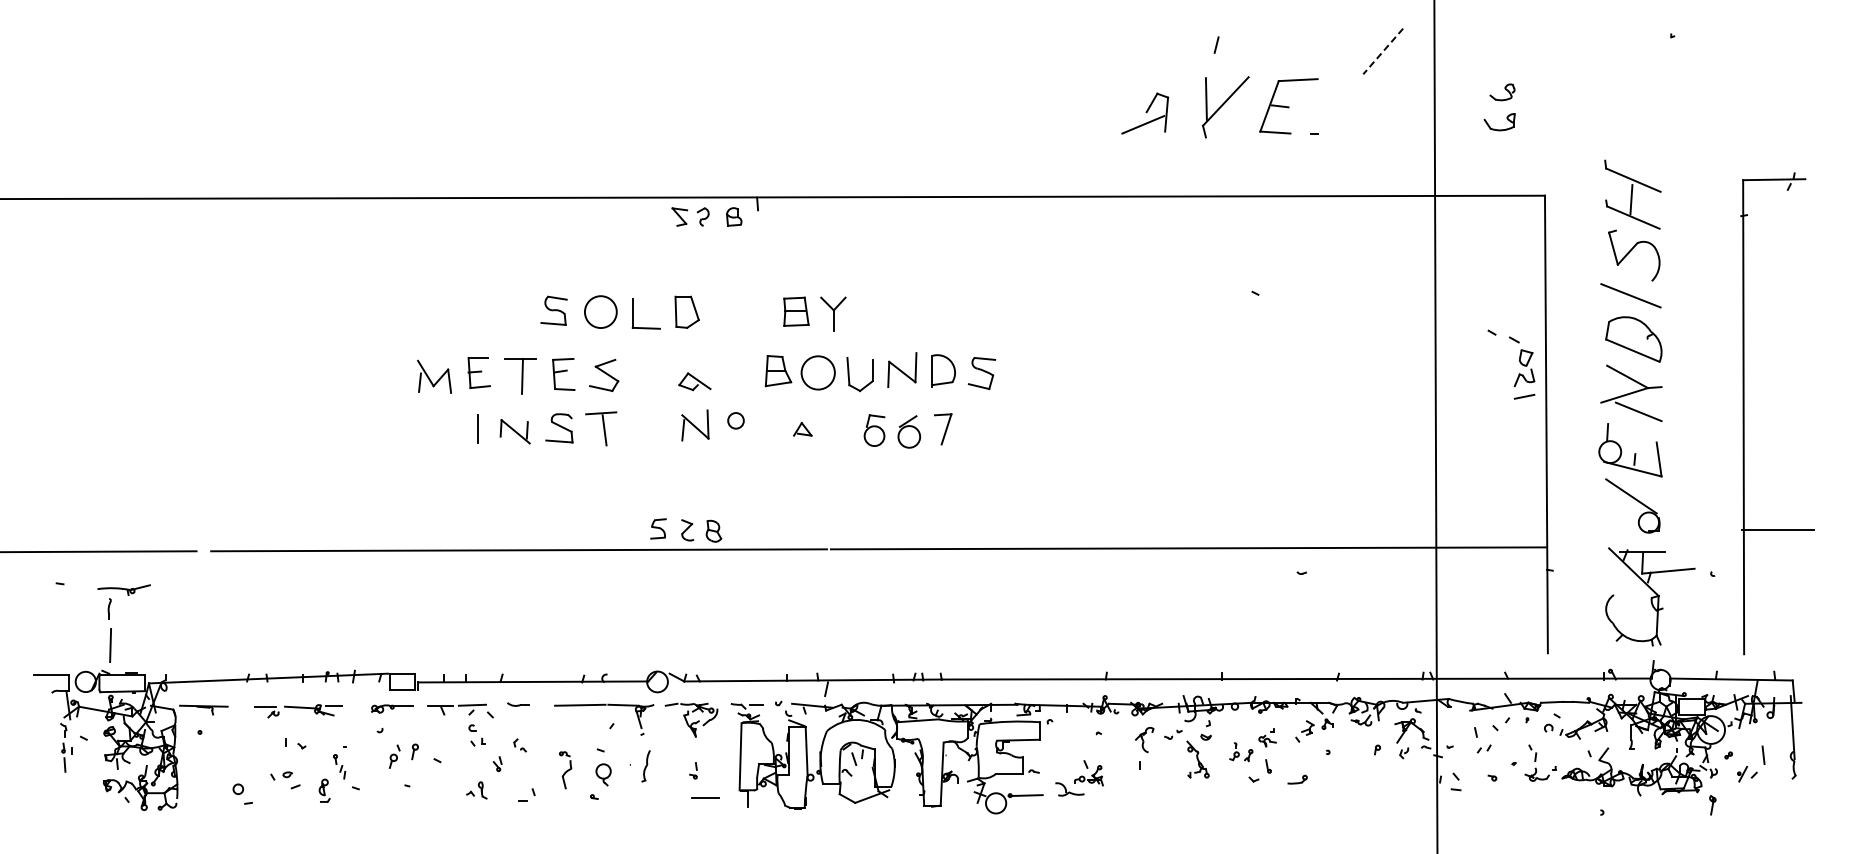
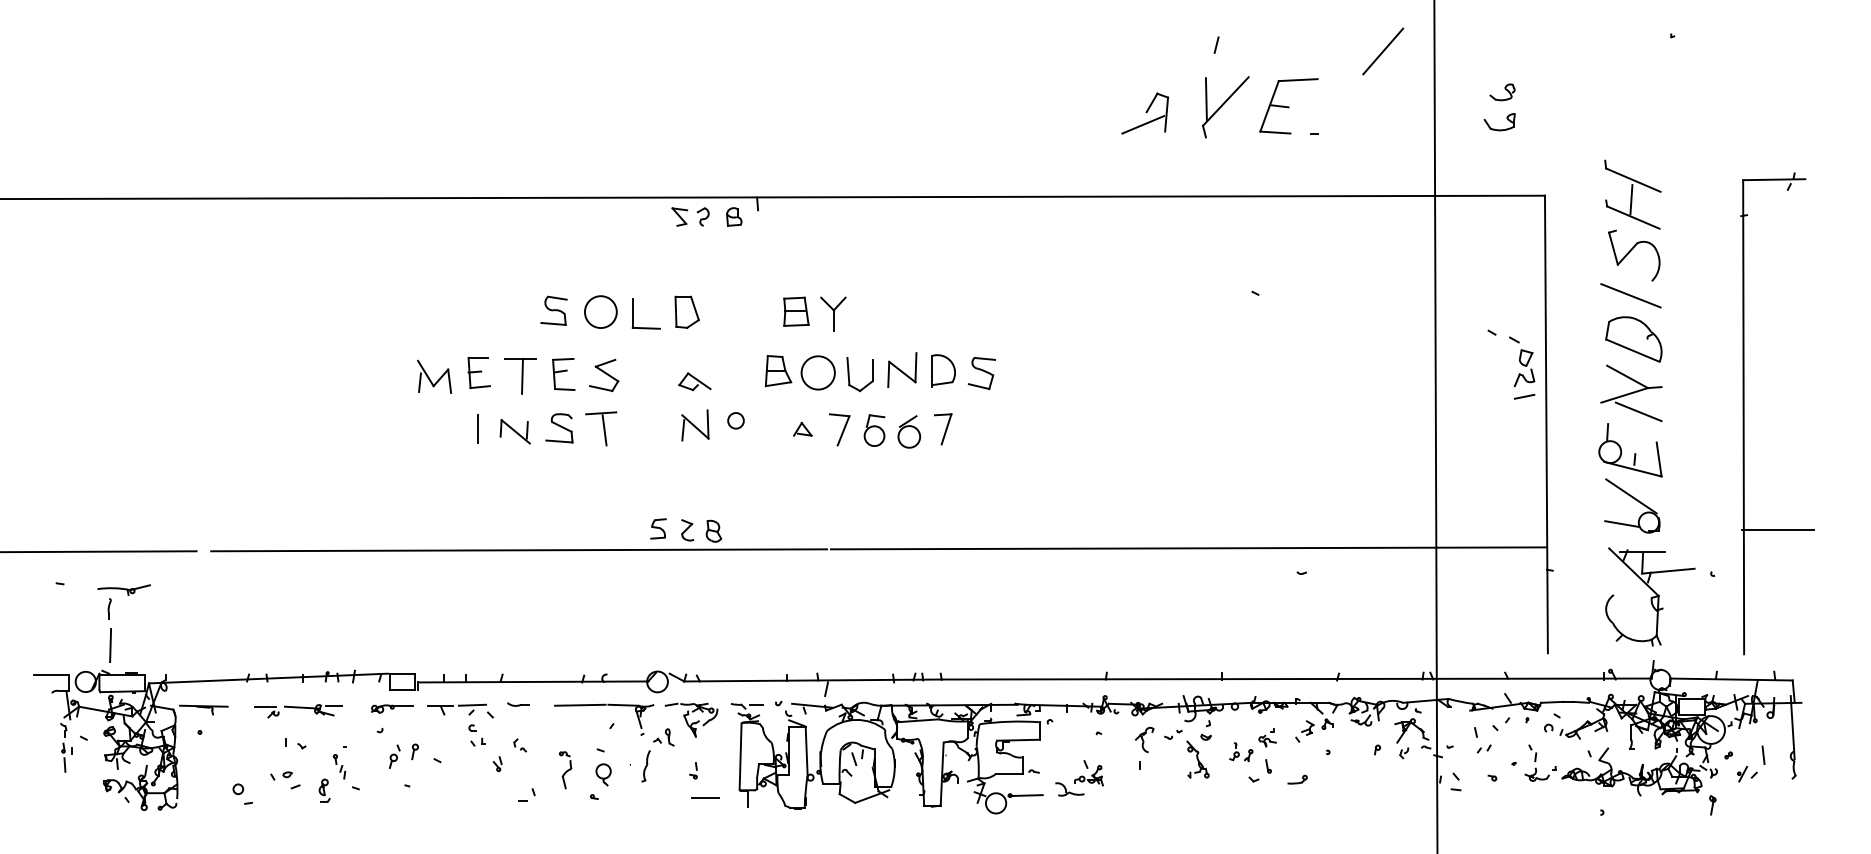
line at (1382, 51): dashed -> solid
part at (839, 429): none -> present
line at (1622, 524): none -> present
part at (476, 790) position: (476, 790) -> (663, 737)
